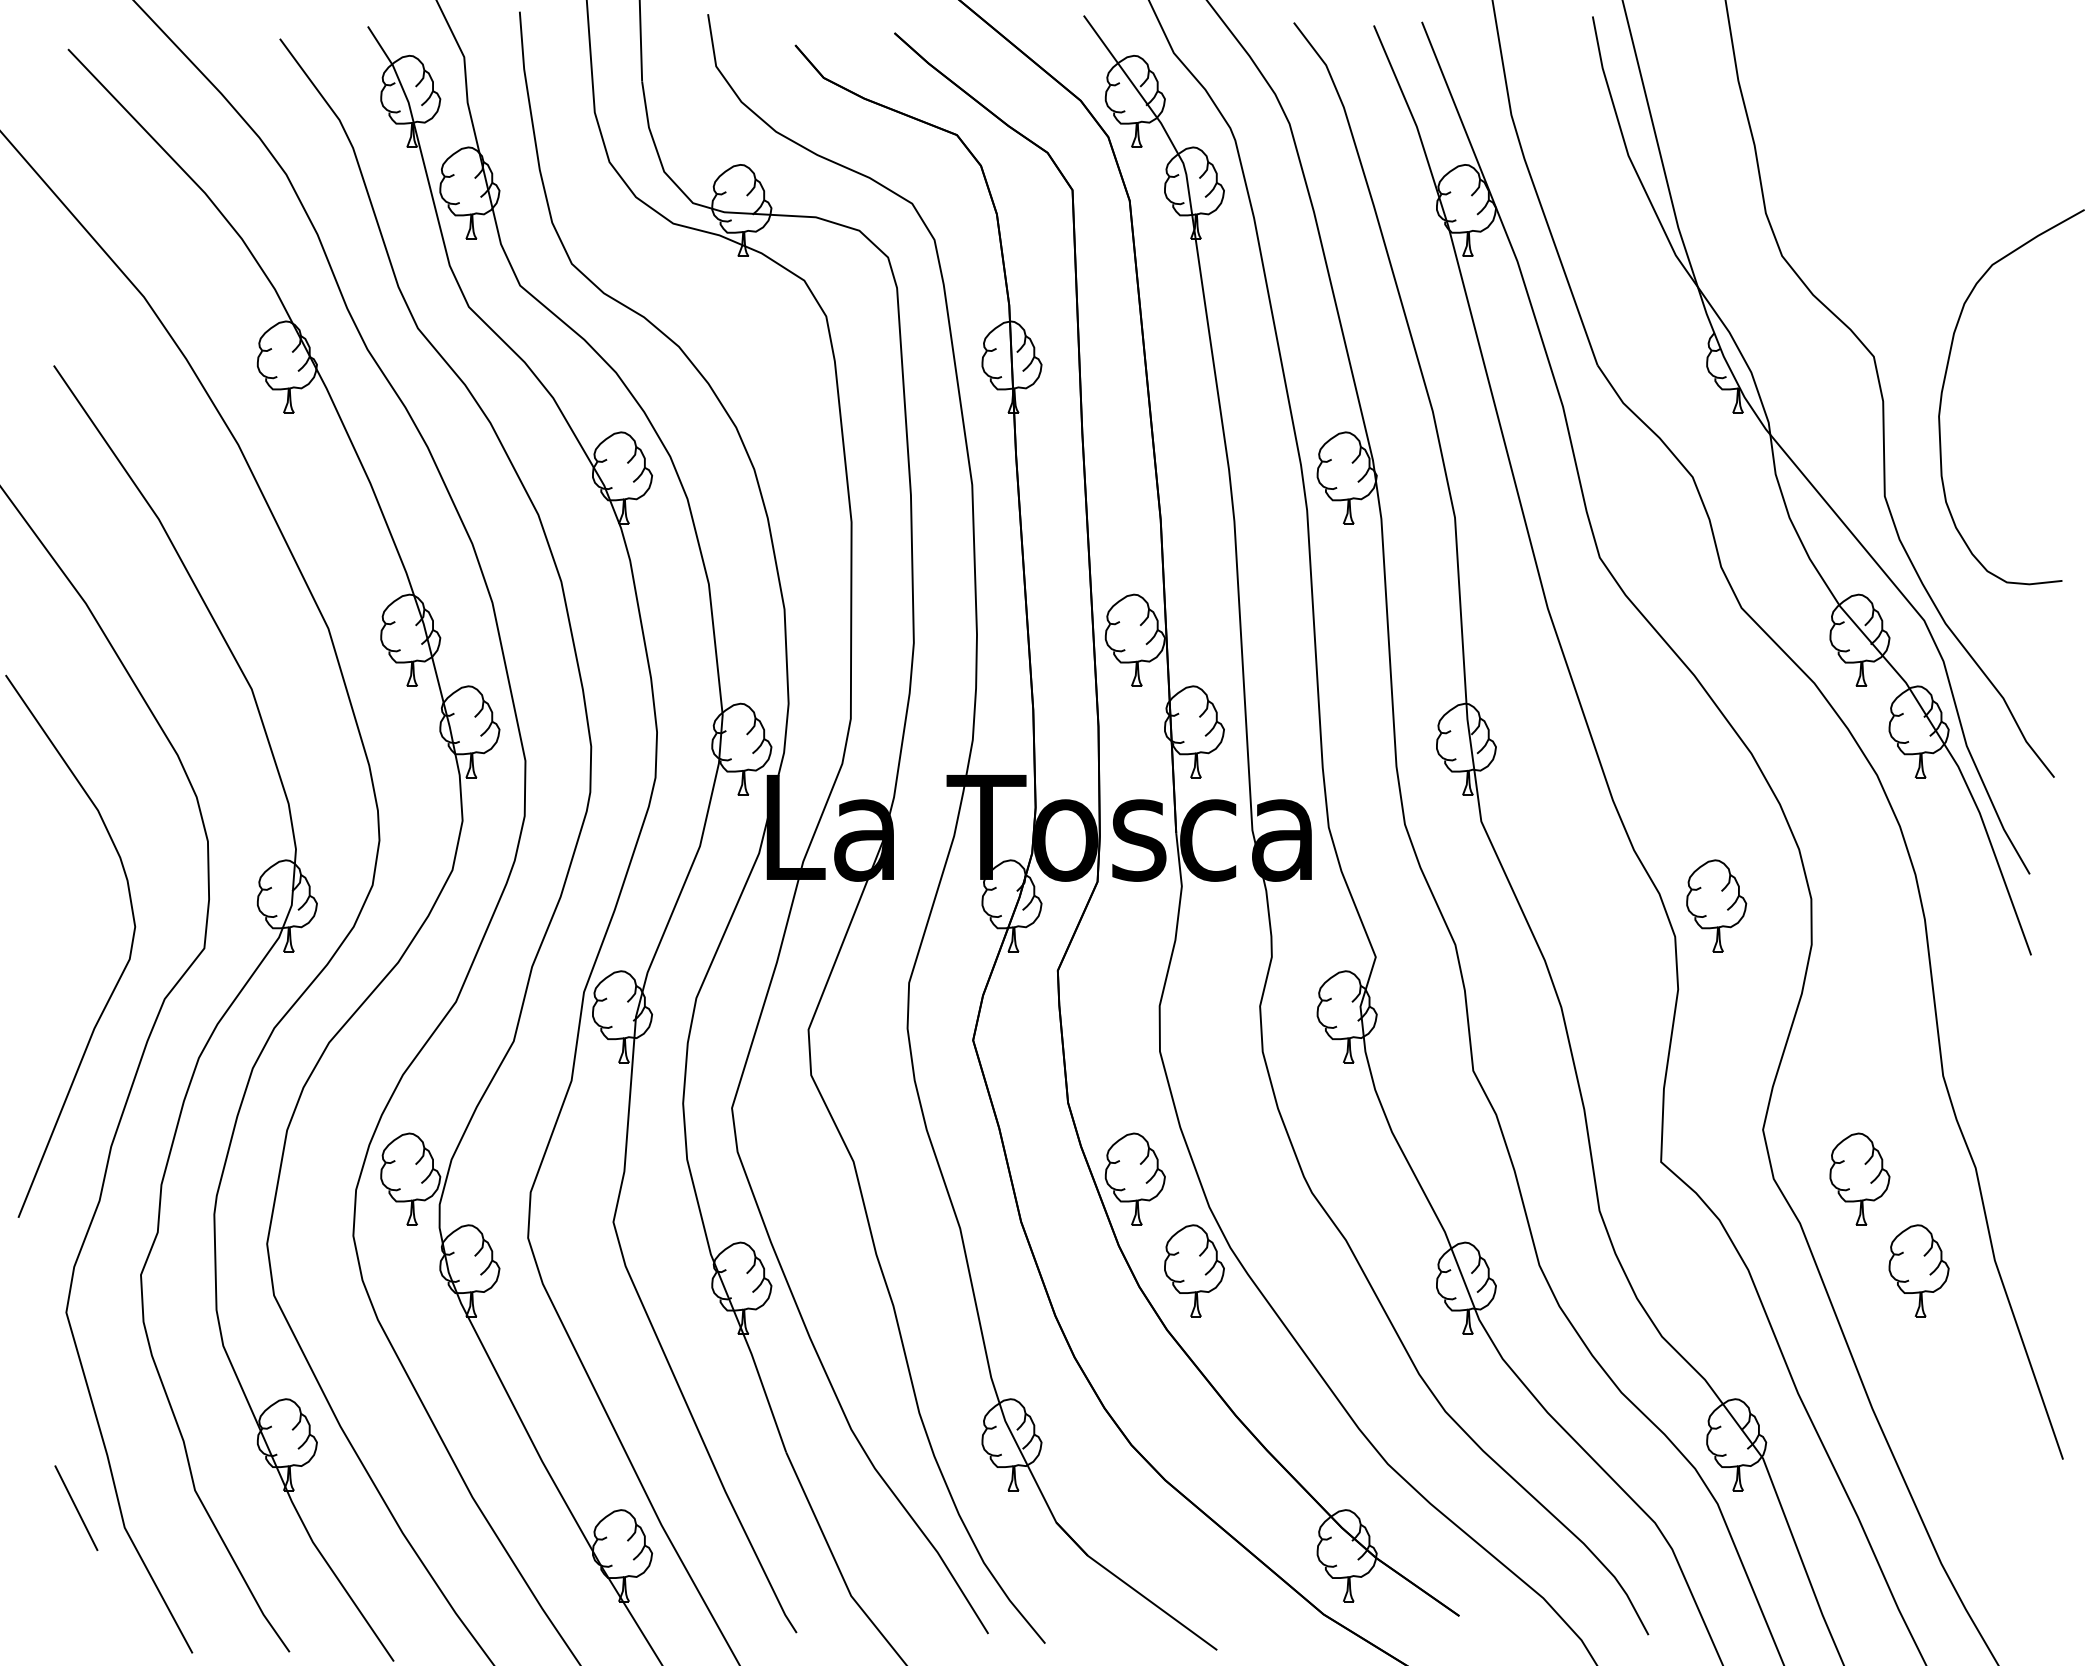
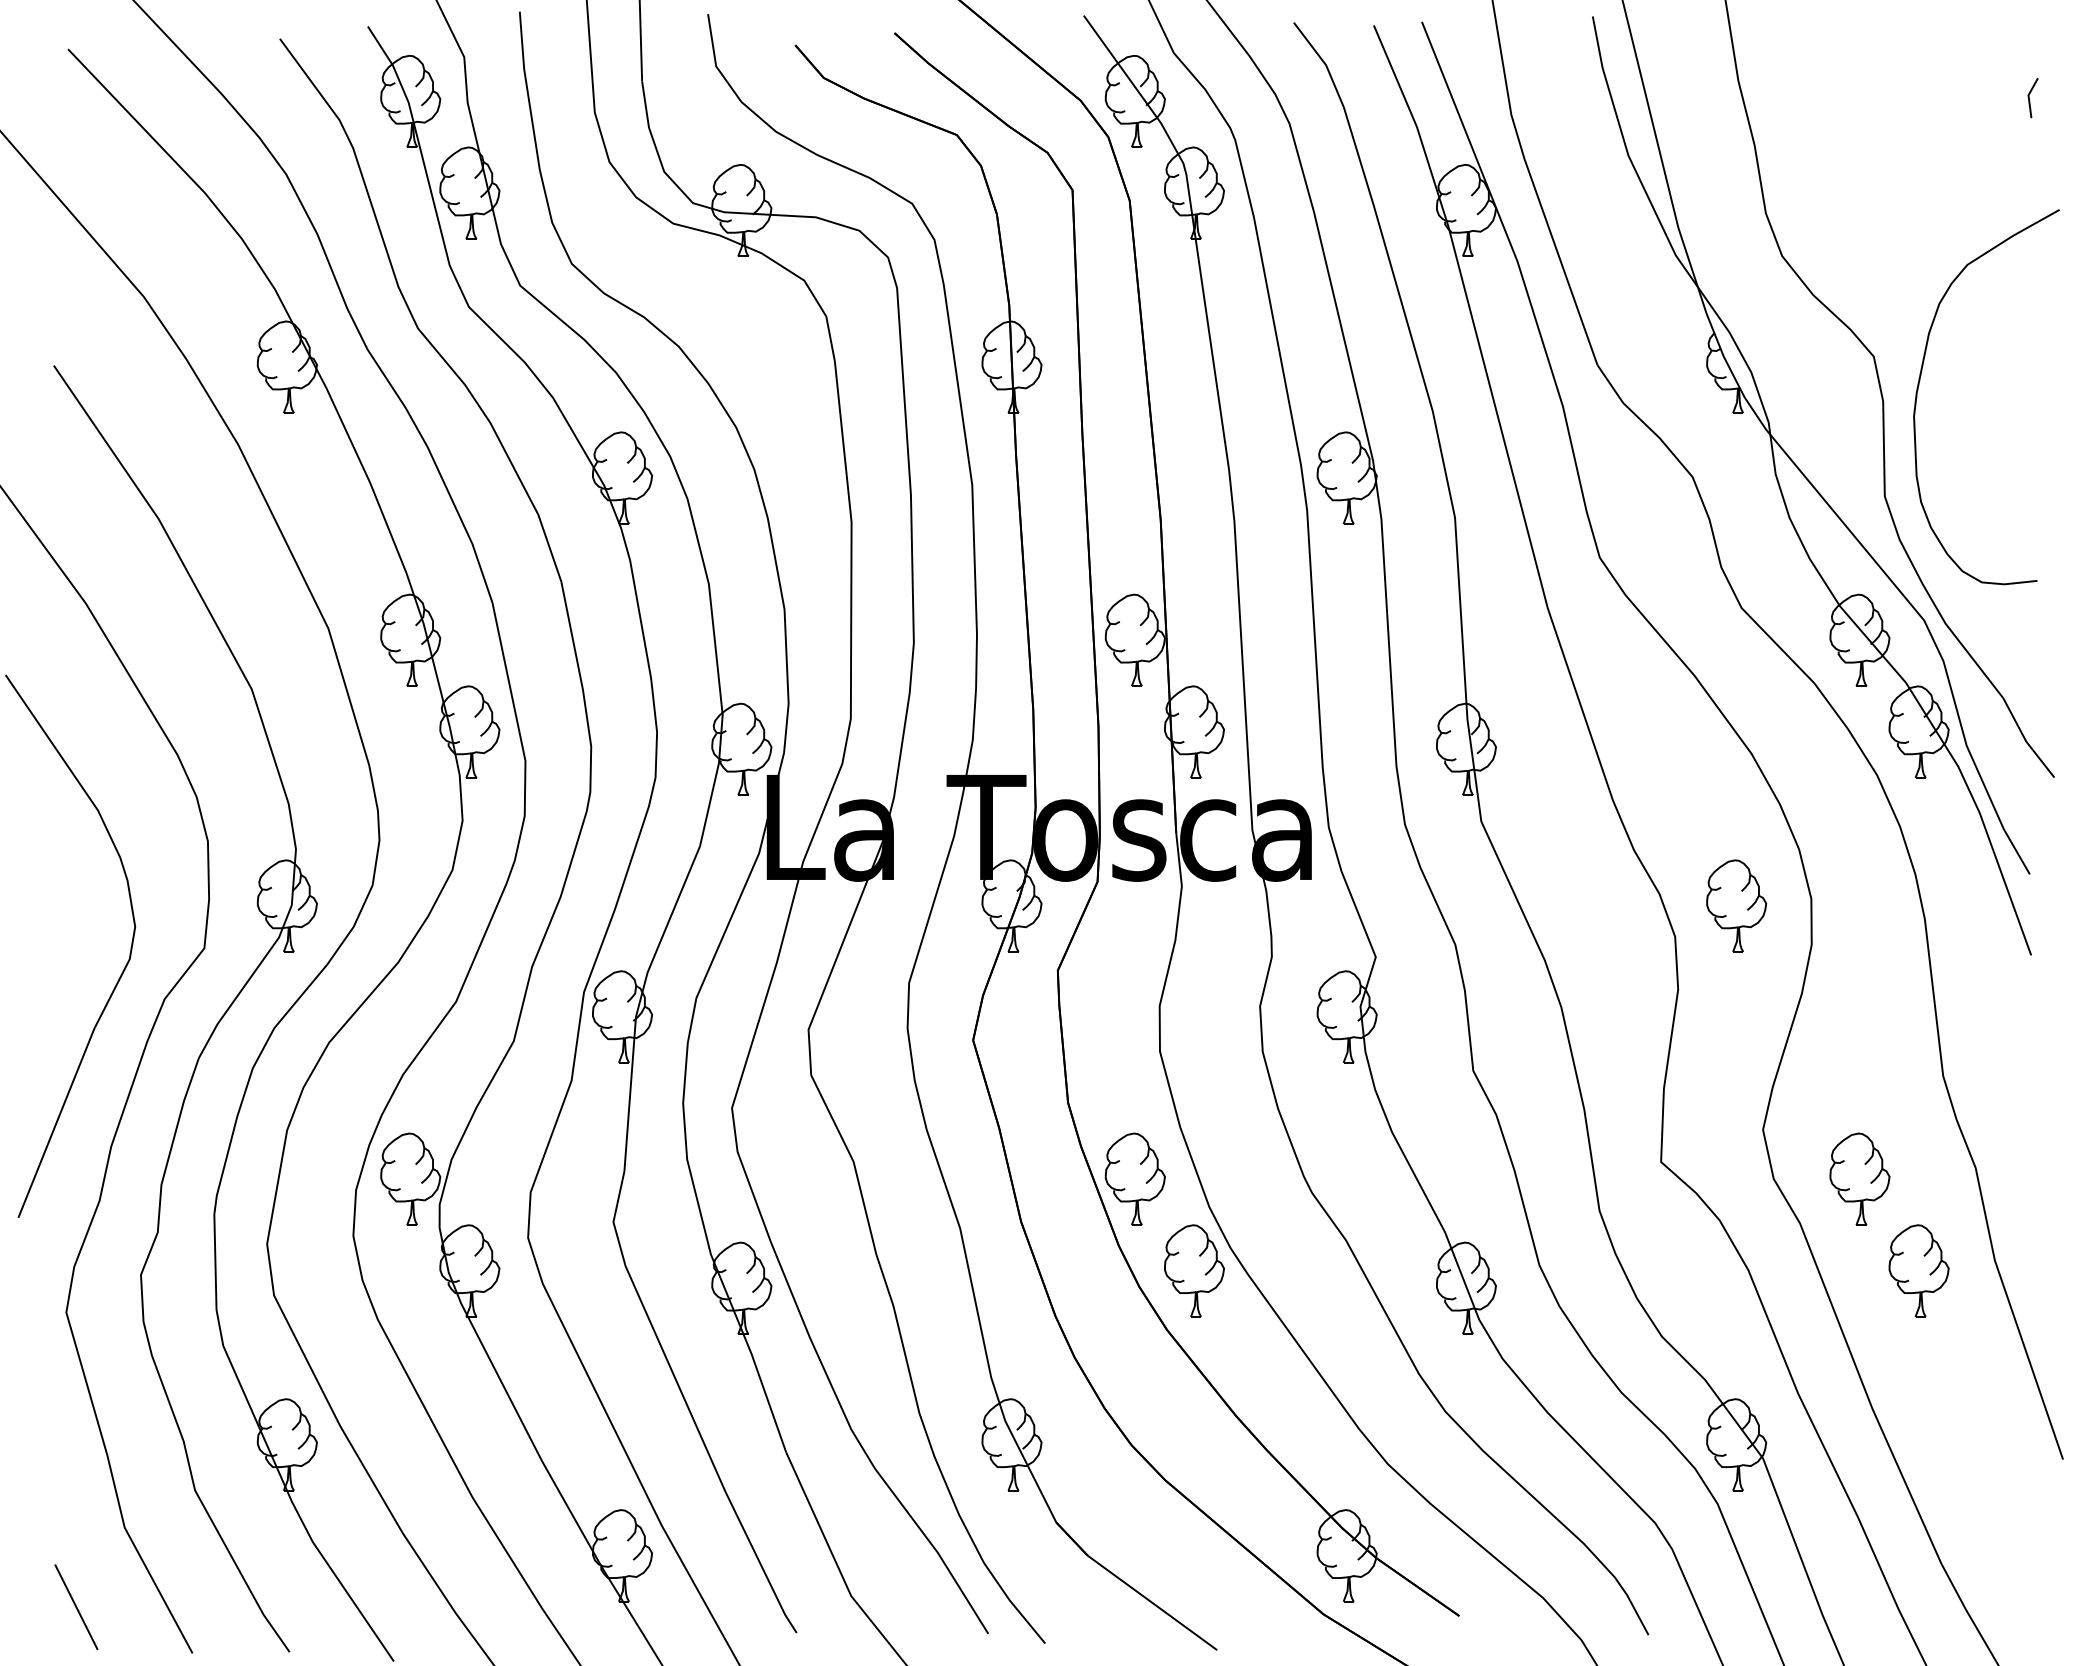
line at (2030, 100): none -> present
curve at (1944, 385) position: (1944, 385) -> (1919, 385)
part at (1716, 905) position: (1716, 905) -> (1736, 905)
line at (76, 1507) position: (76, 1507) -> (76, 1606)
